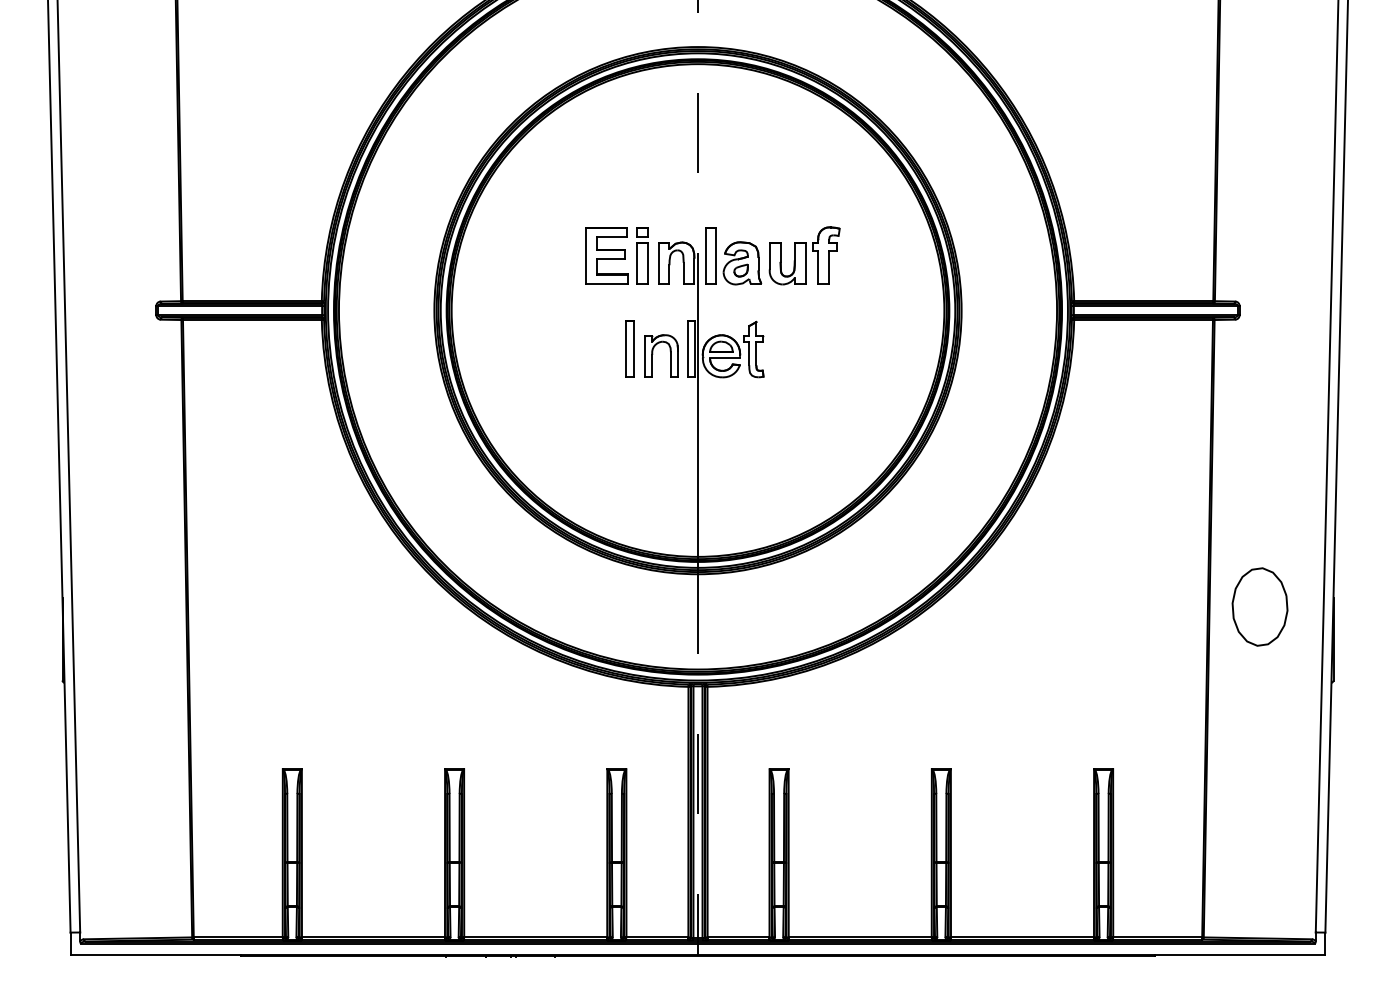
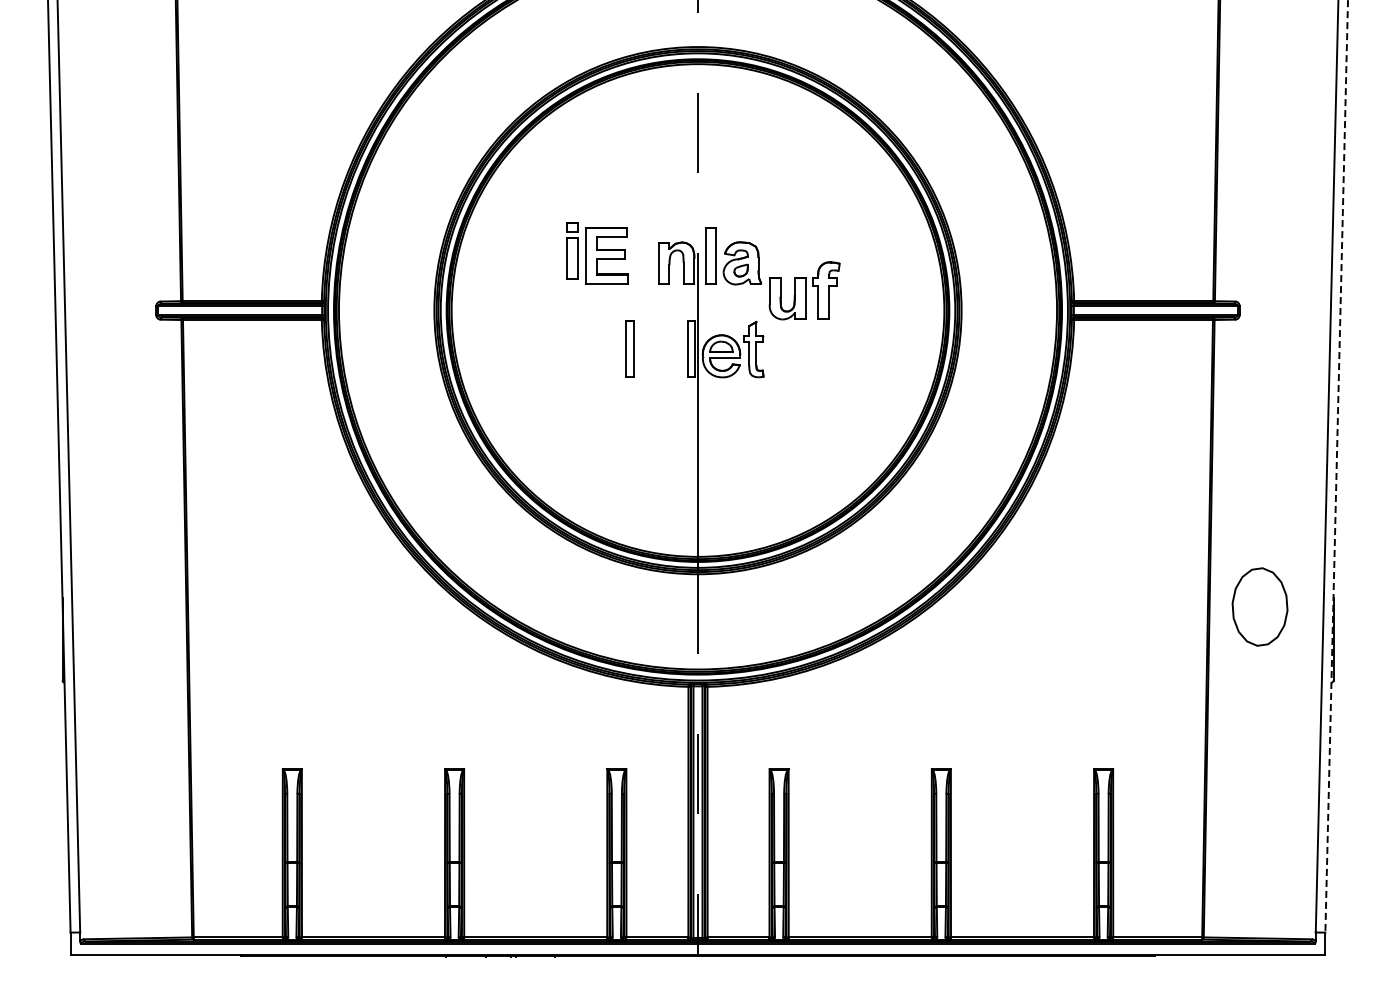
part at (642, 255) position: (642, 255) -> (572, 250)
part at (804, 255) position: (804, 255) -> (804, 290)
part at (653, 354): present -> none
line at (1336, 466): solid -> dashed
